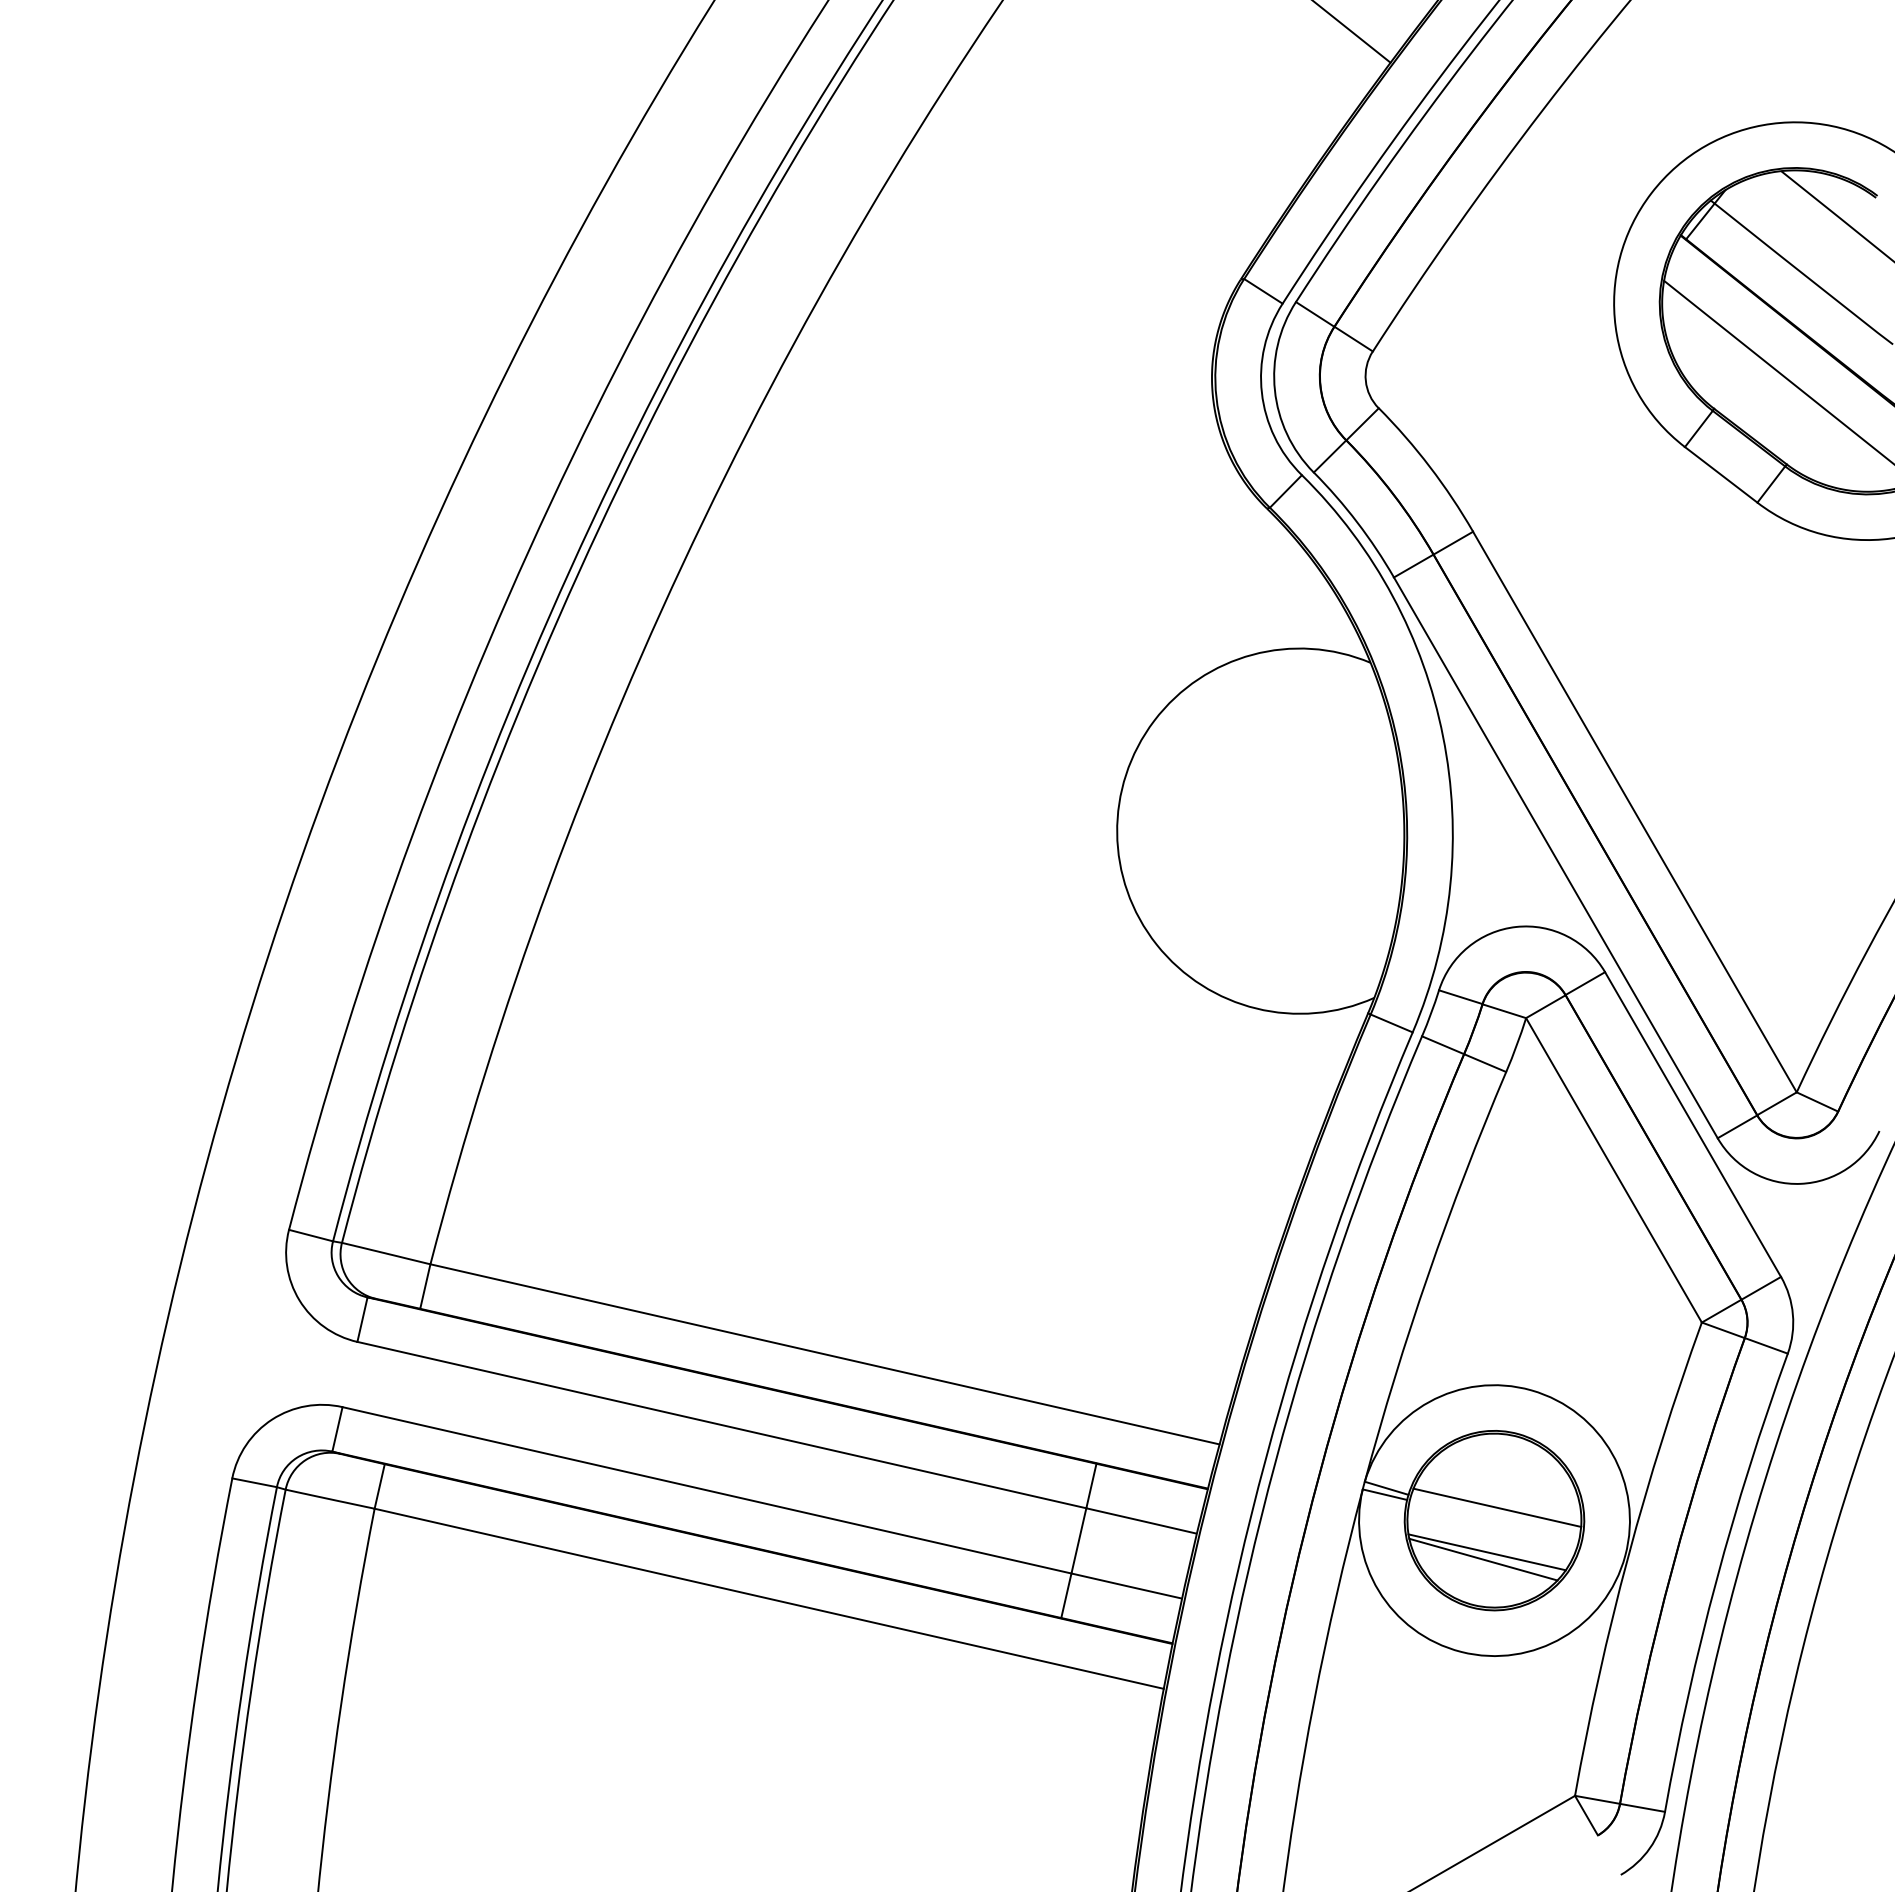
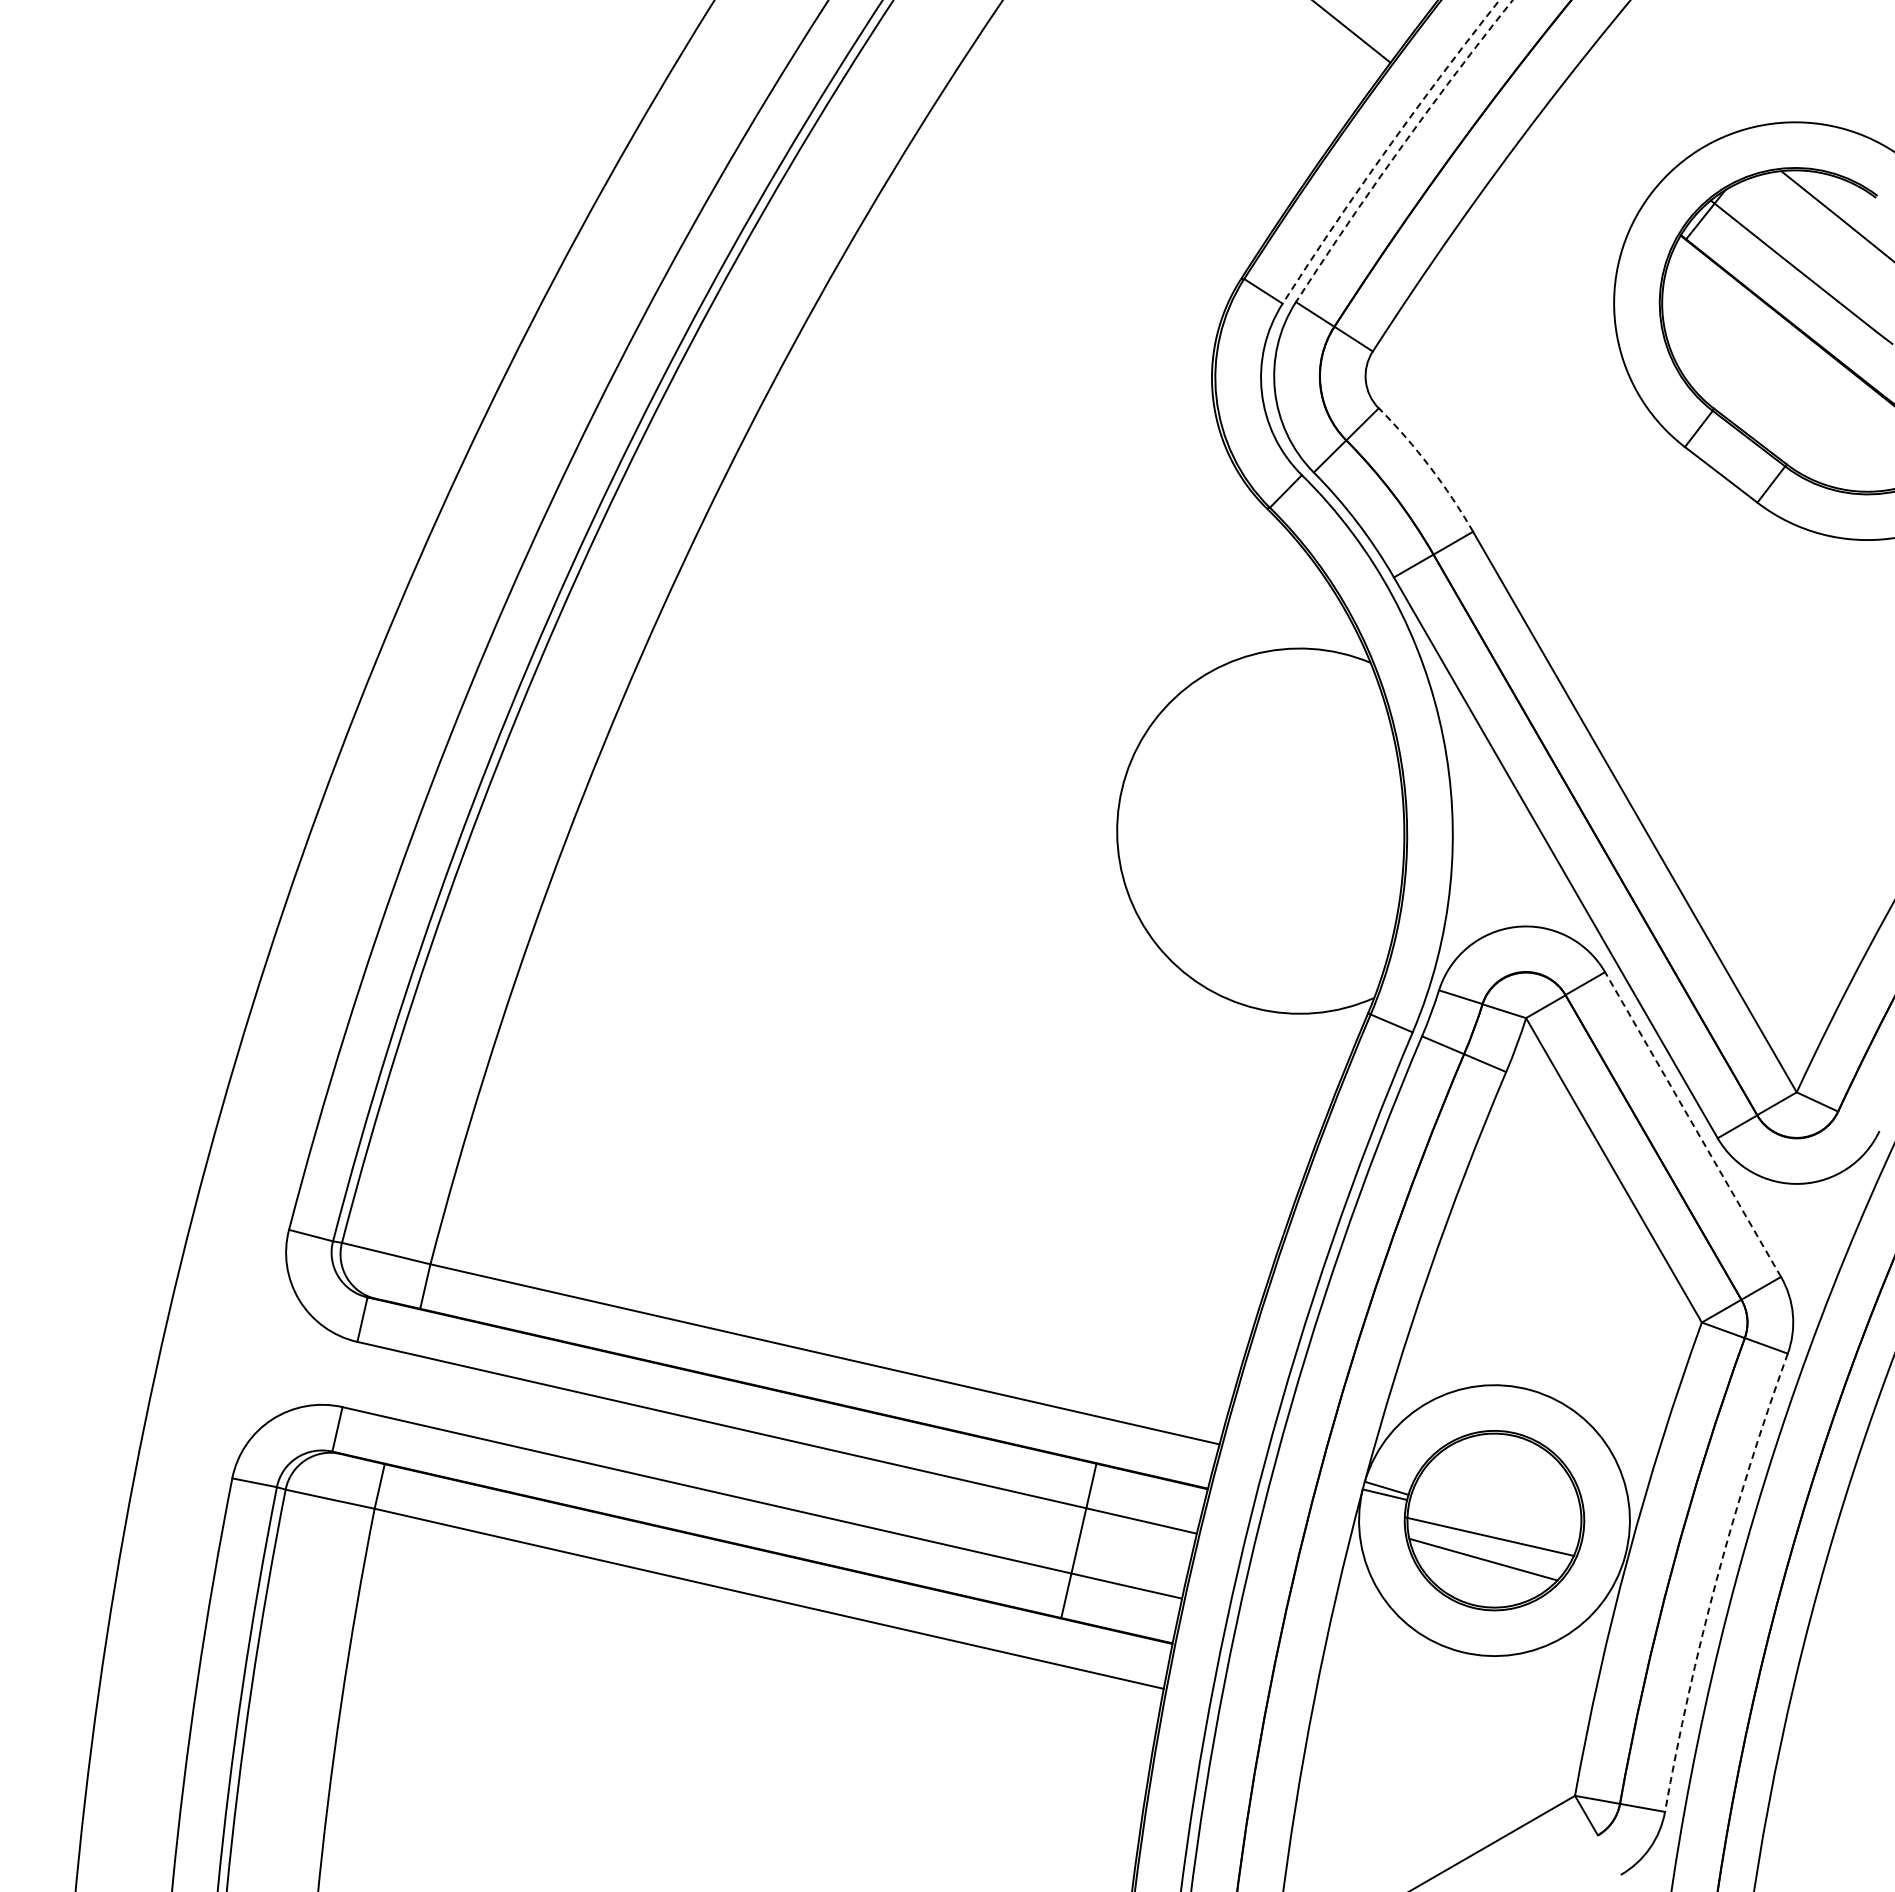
arc at (1400, 148): solid -> dashed
arc at (1387, 149): solid -> dashed
line at (1777, 371): present -> none
arc at (1429, 466): solid -> dashed
line at (1693, 1124): solid -> dashed
line at (1497, 1507) position: (1497, 1507) -> (1490, 1536)
line at (1486, 1552): present -> none
arc at (1716, 1580): solid -> dashed
